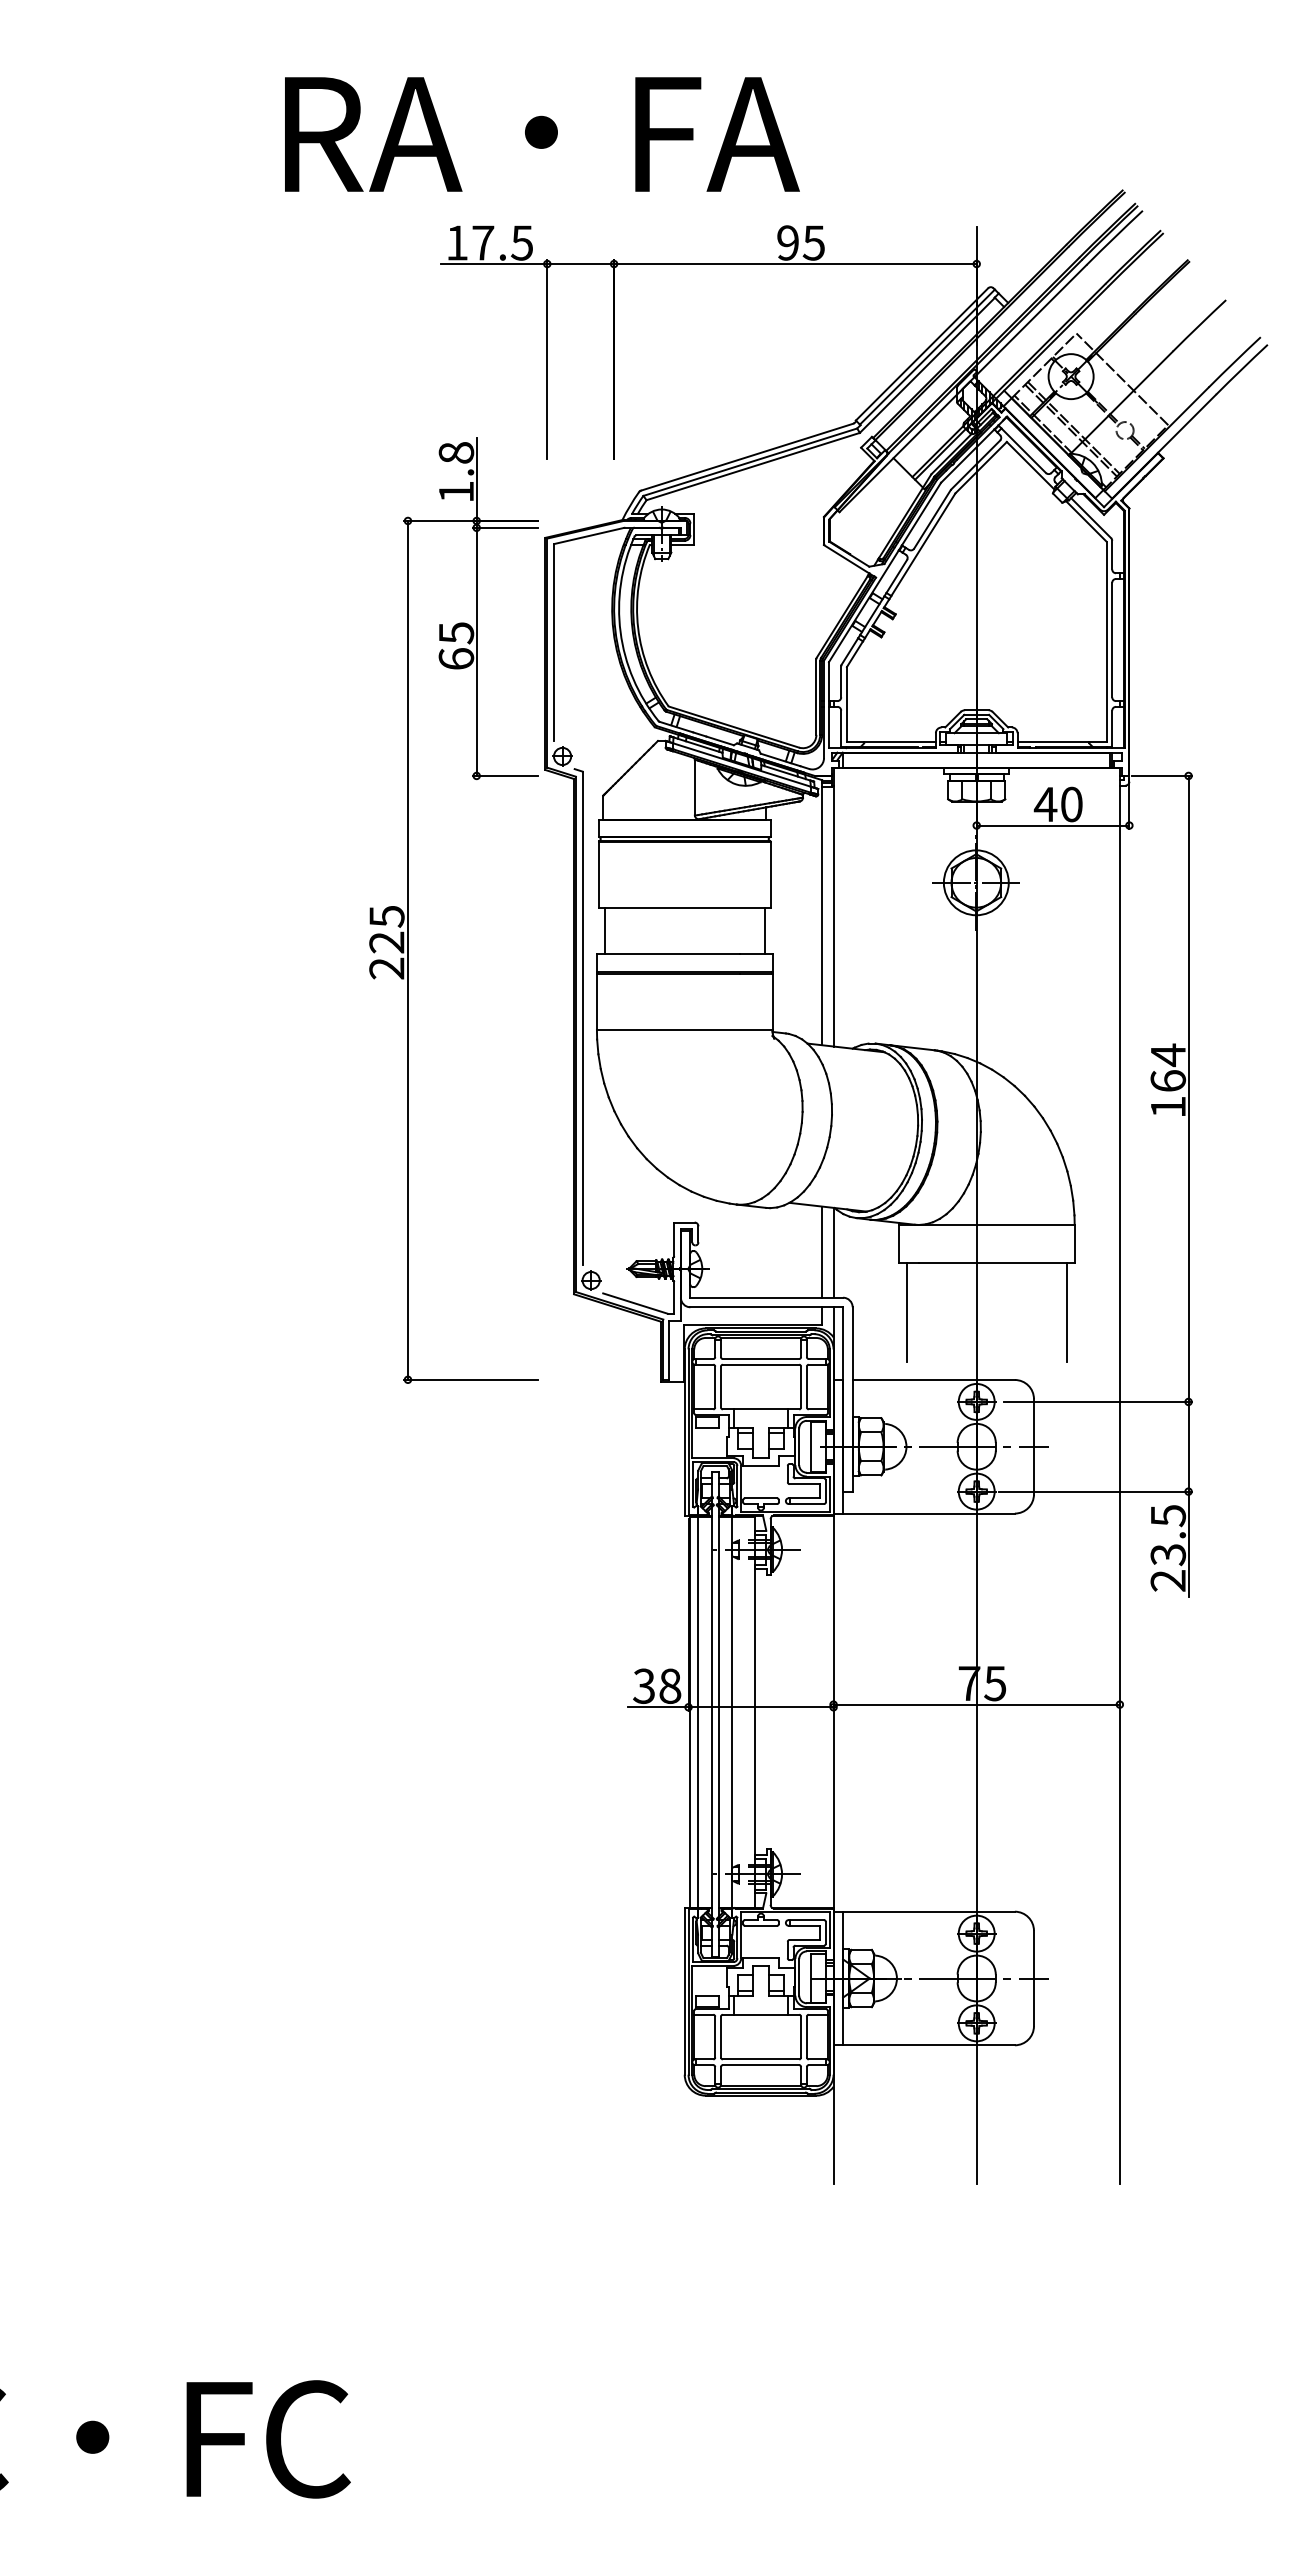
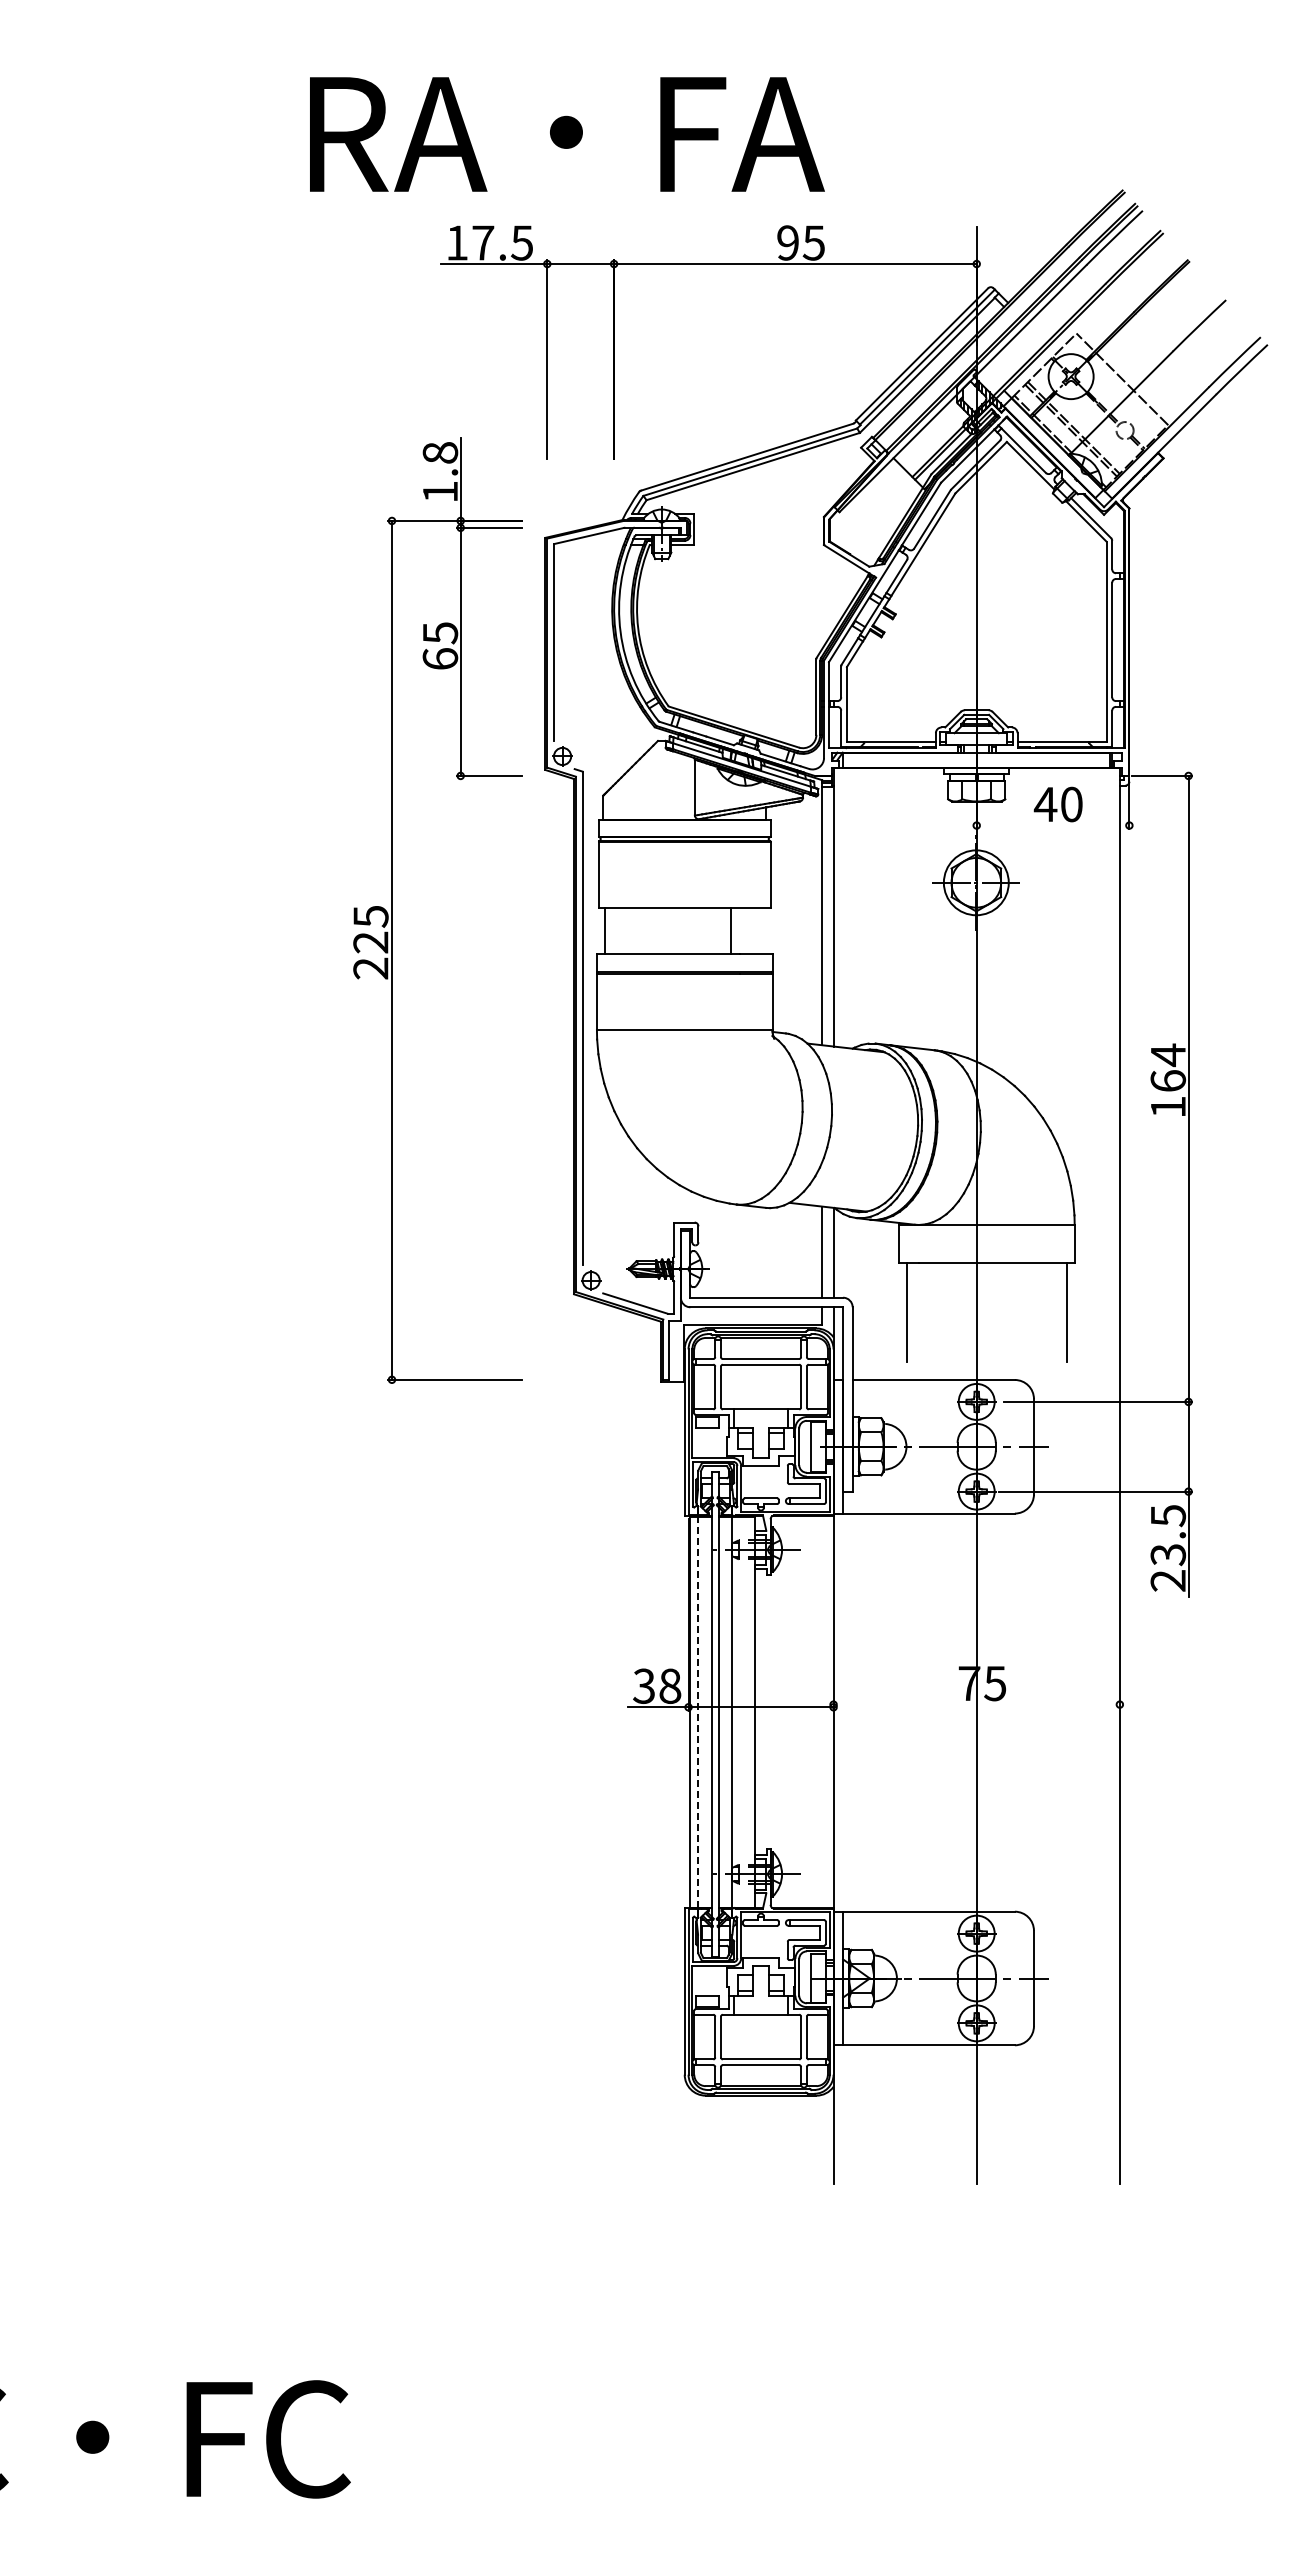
text at (542, 134) position: (542, 134) -> (567, 134)
line at (1052, 825): present -> none
part at (408, 910) position: (408, 910) -> (392, 910)
line at (764, 930) position: (764, 930) -> (730, 930)
line at (976, 1704): present -> none
line at (698, 1711): solid -> dashed
